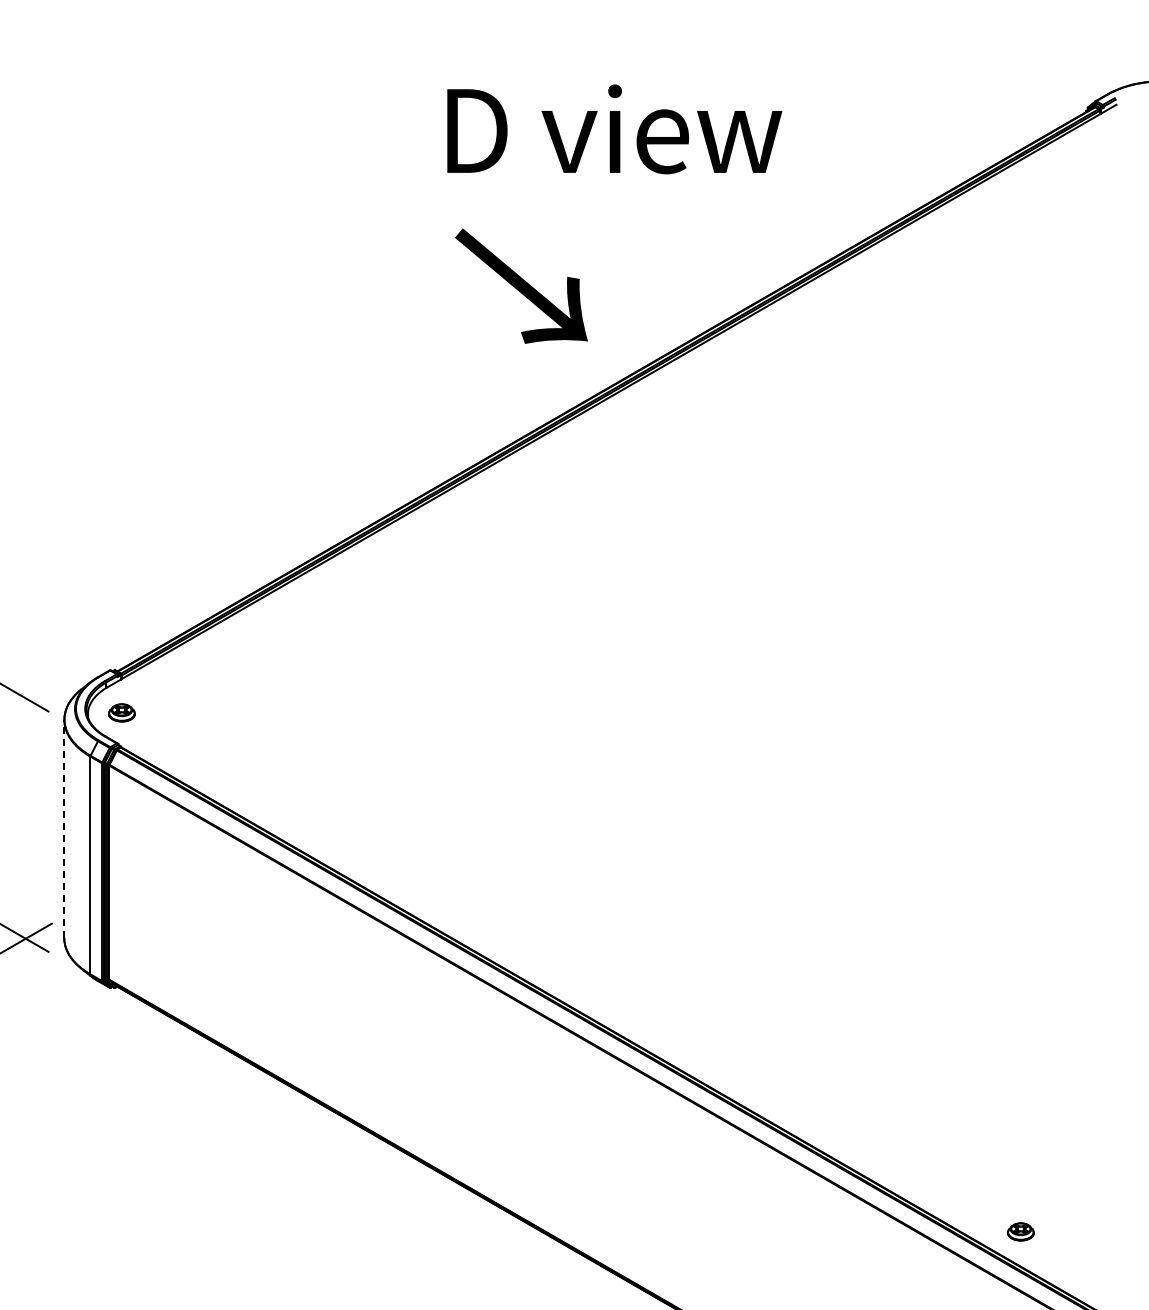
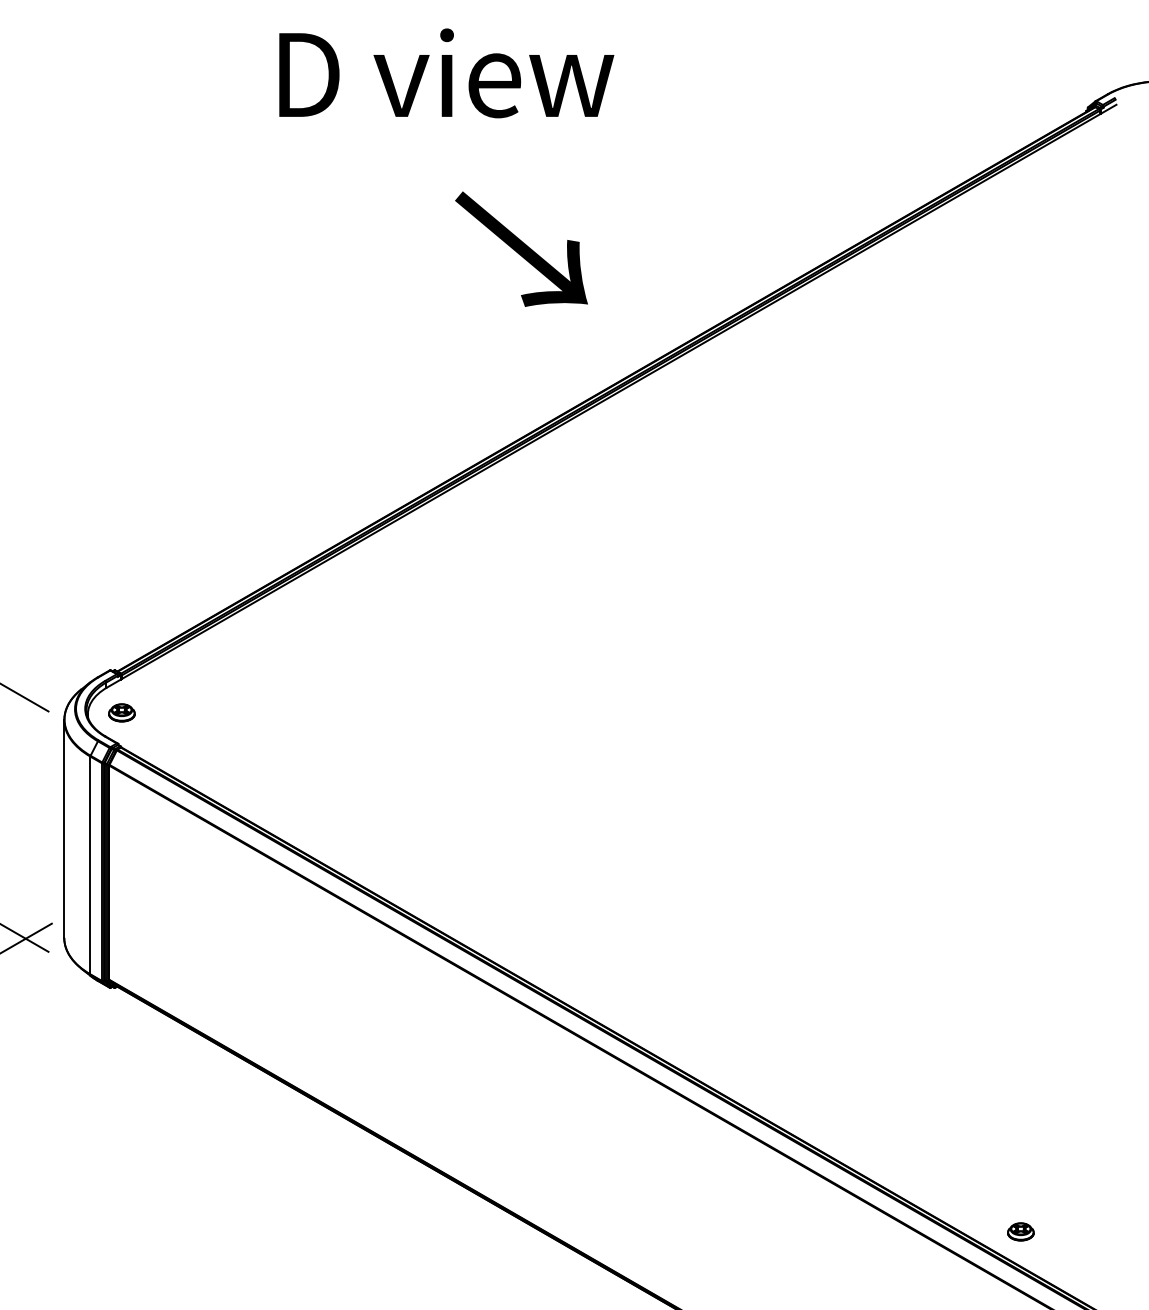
text at (614, 129) position: (614, 129) -> (446, 73)
text at (521, 285) position: (521, 285) -> (521, 248)
line at (64, 829): dashed -> solid
